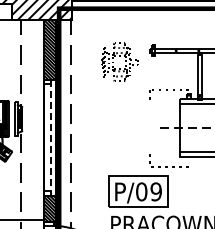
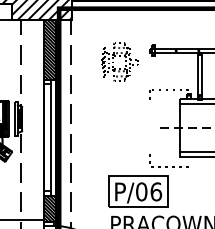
line at (50, 137): dashed -> solid
text at (156, 191): P/09 -> P/06
